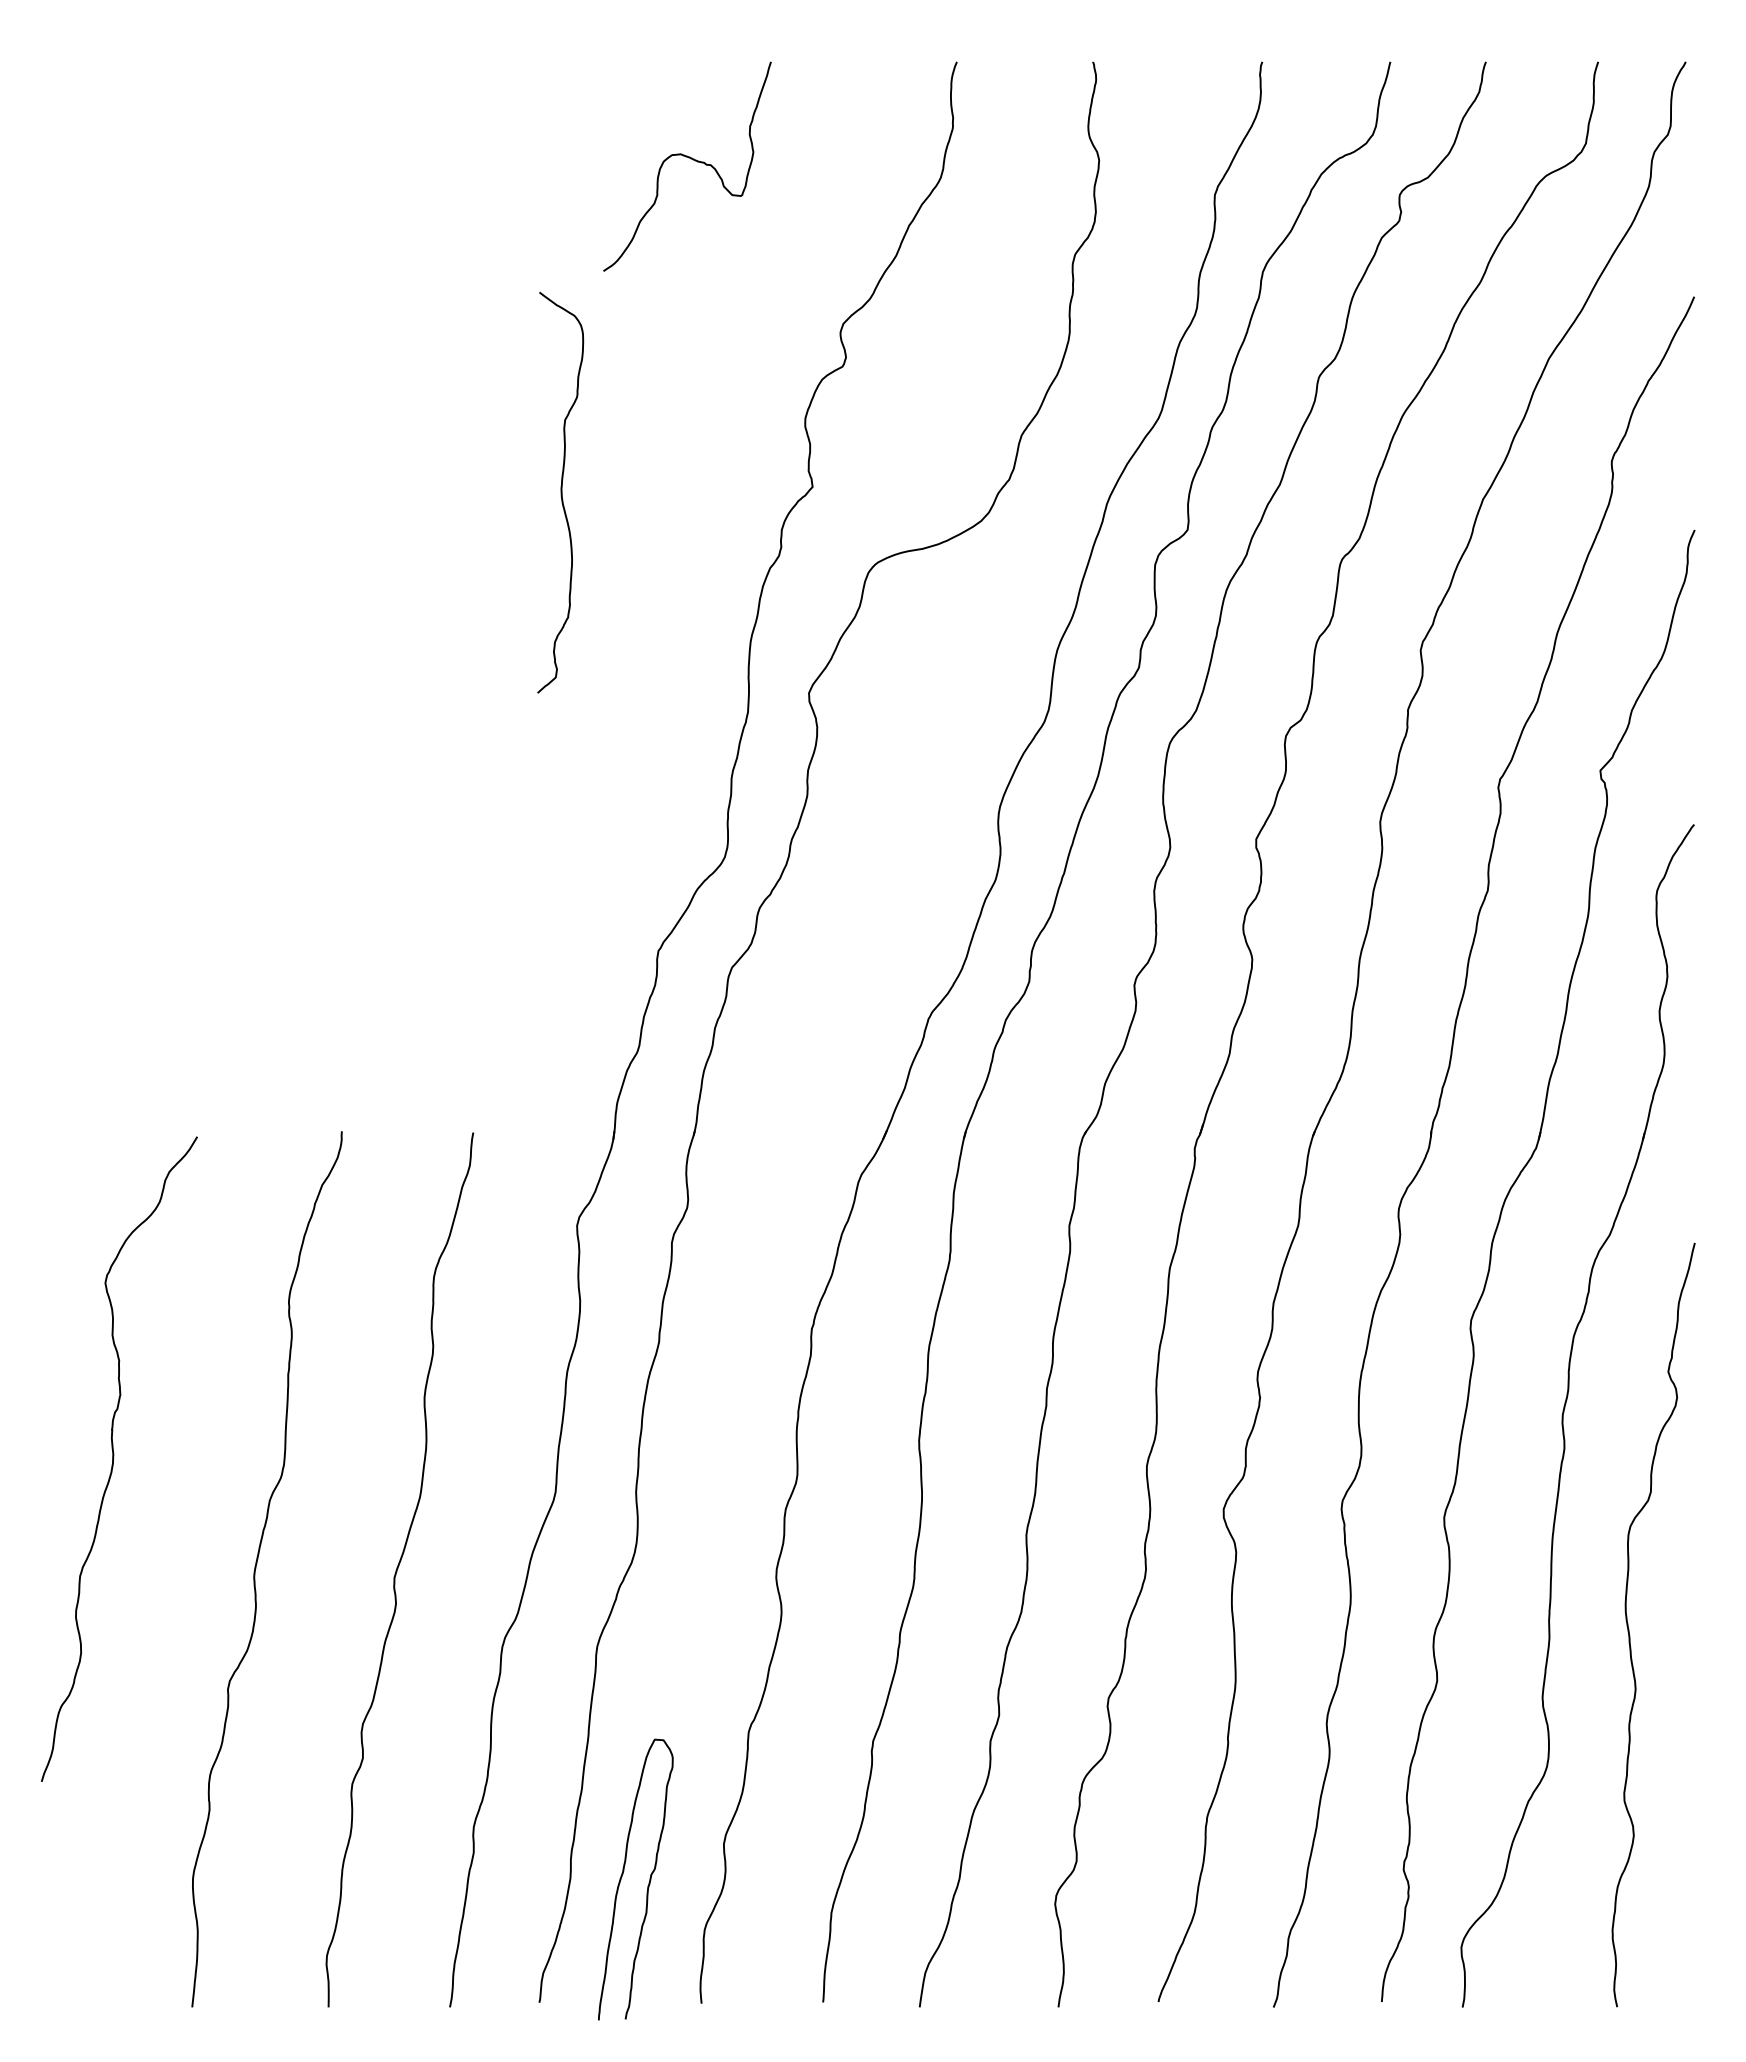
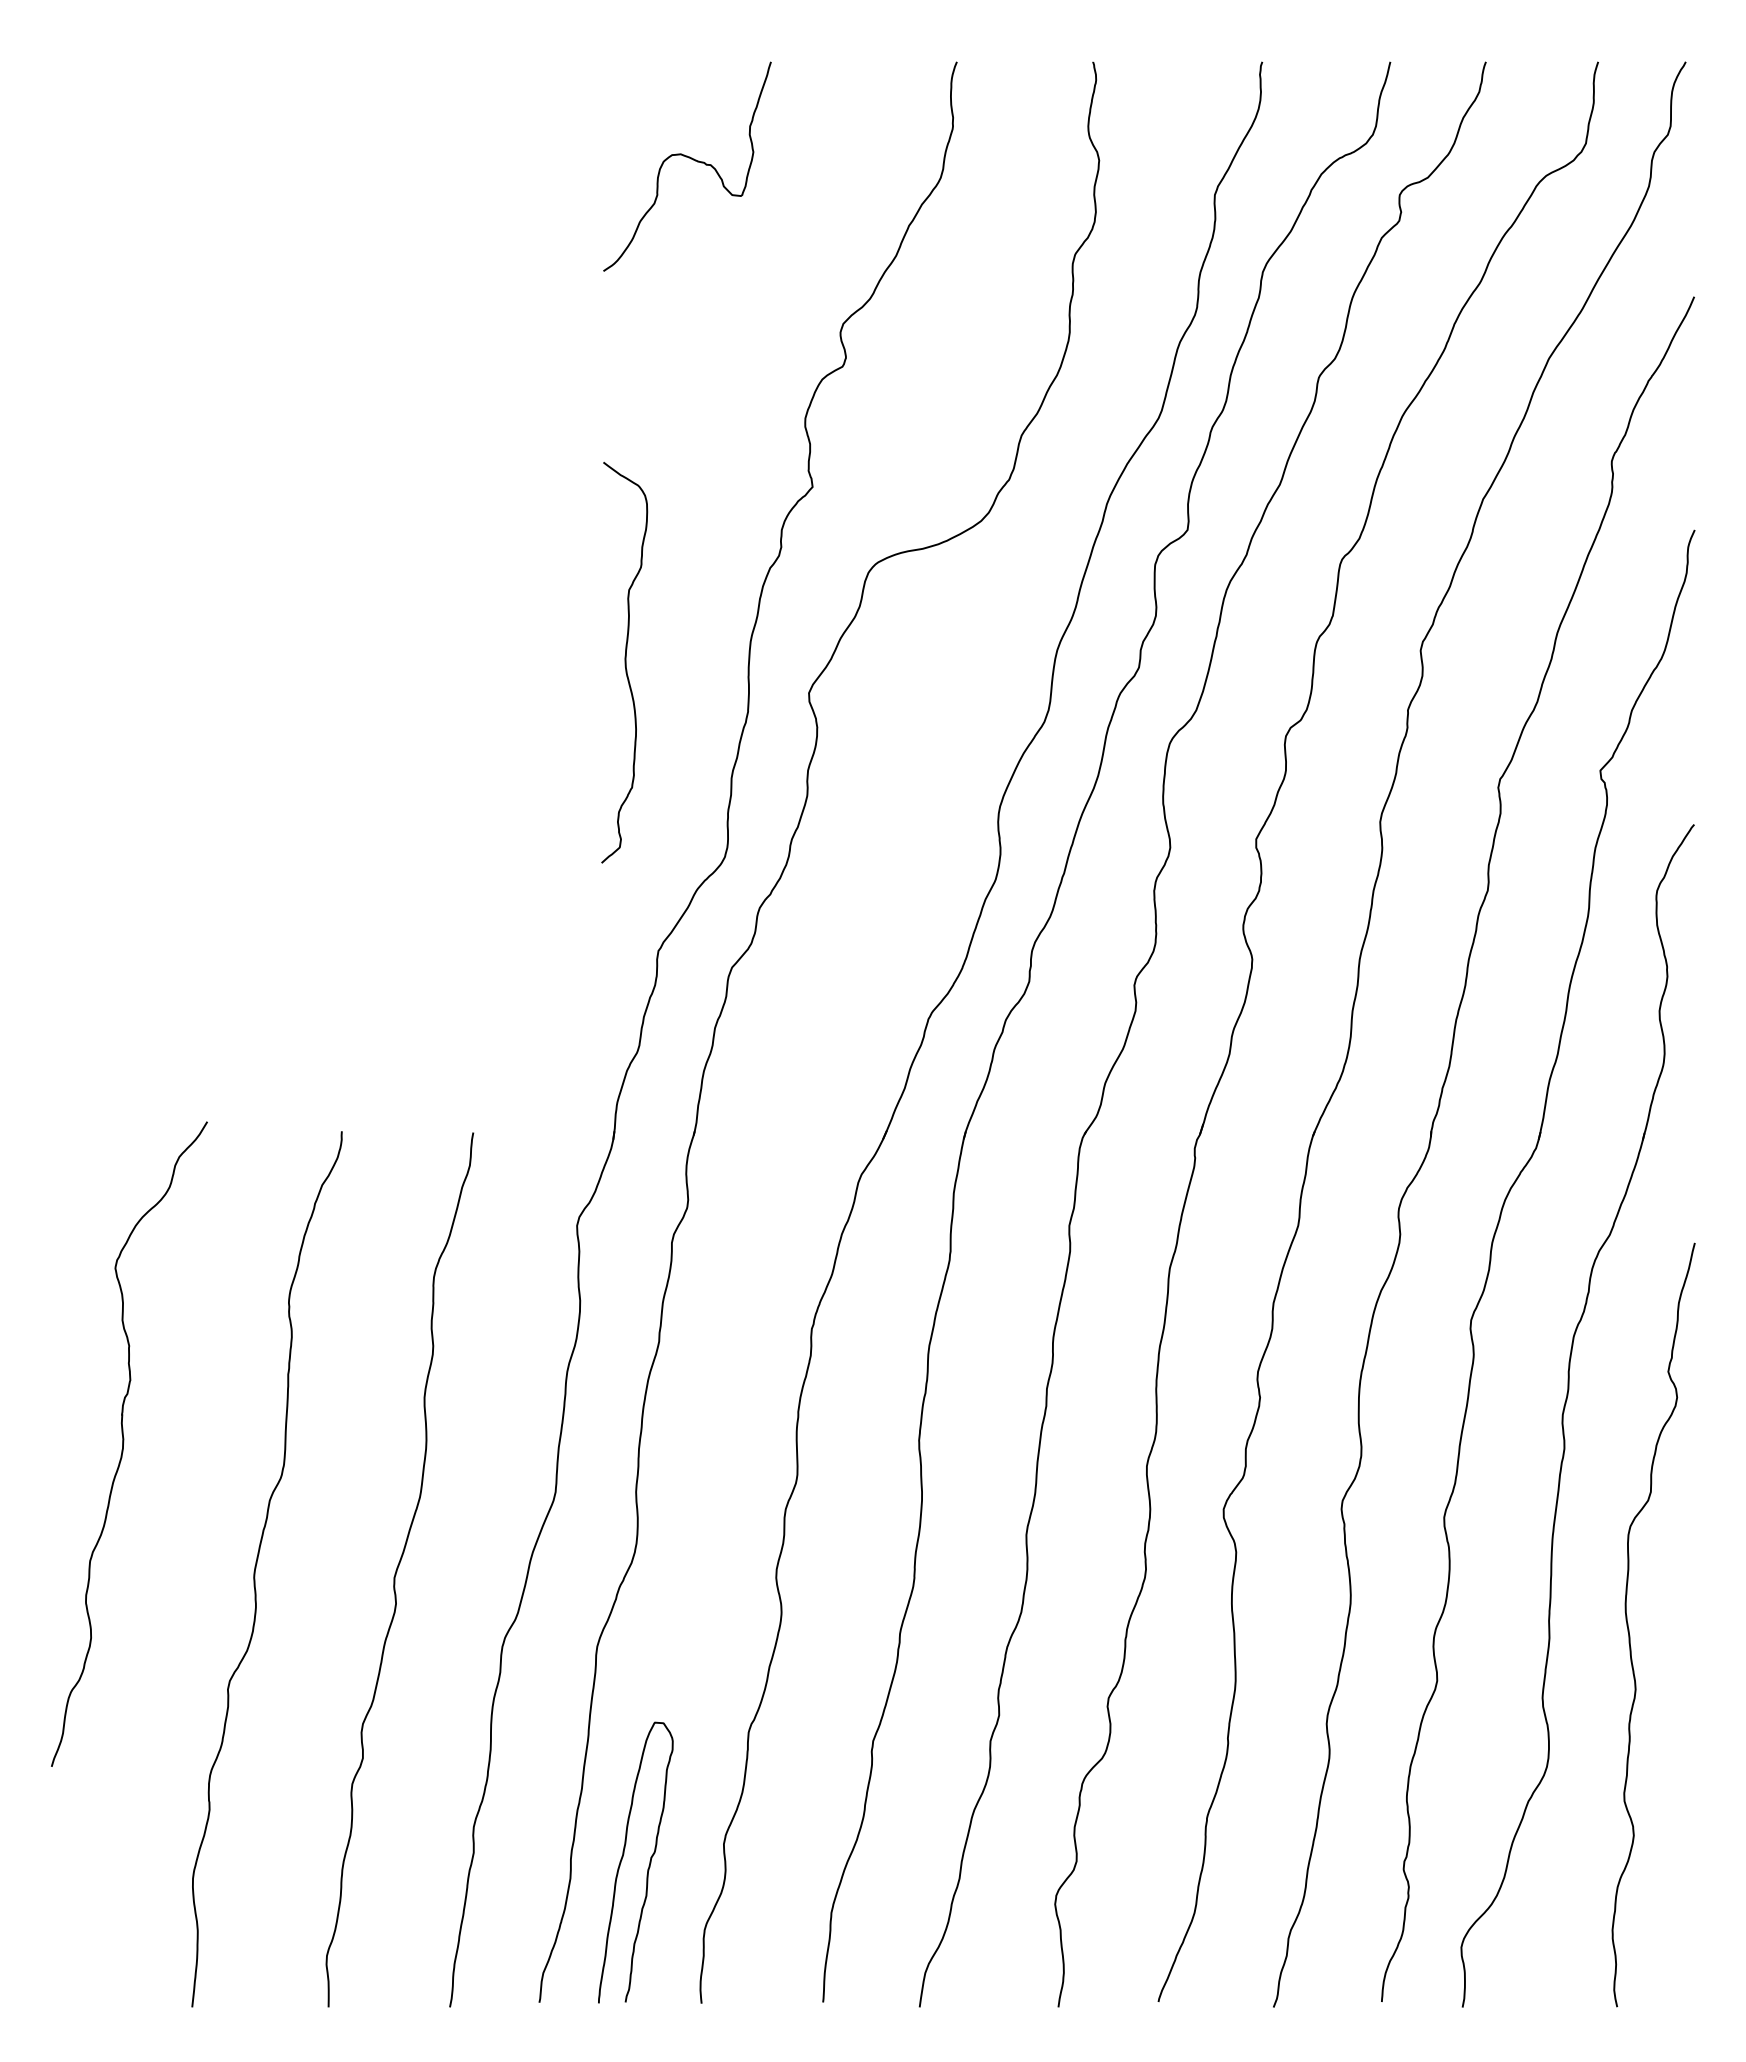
curve at (560, 492) position: (560, 492) -> (624, 662)
curve at (114, 1457) position: (114, 1457) -> (124, 1442)
curve at (623, 1874) position: (623, 1874) -> (623, 1857)
